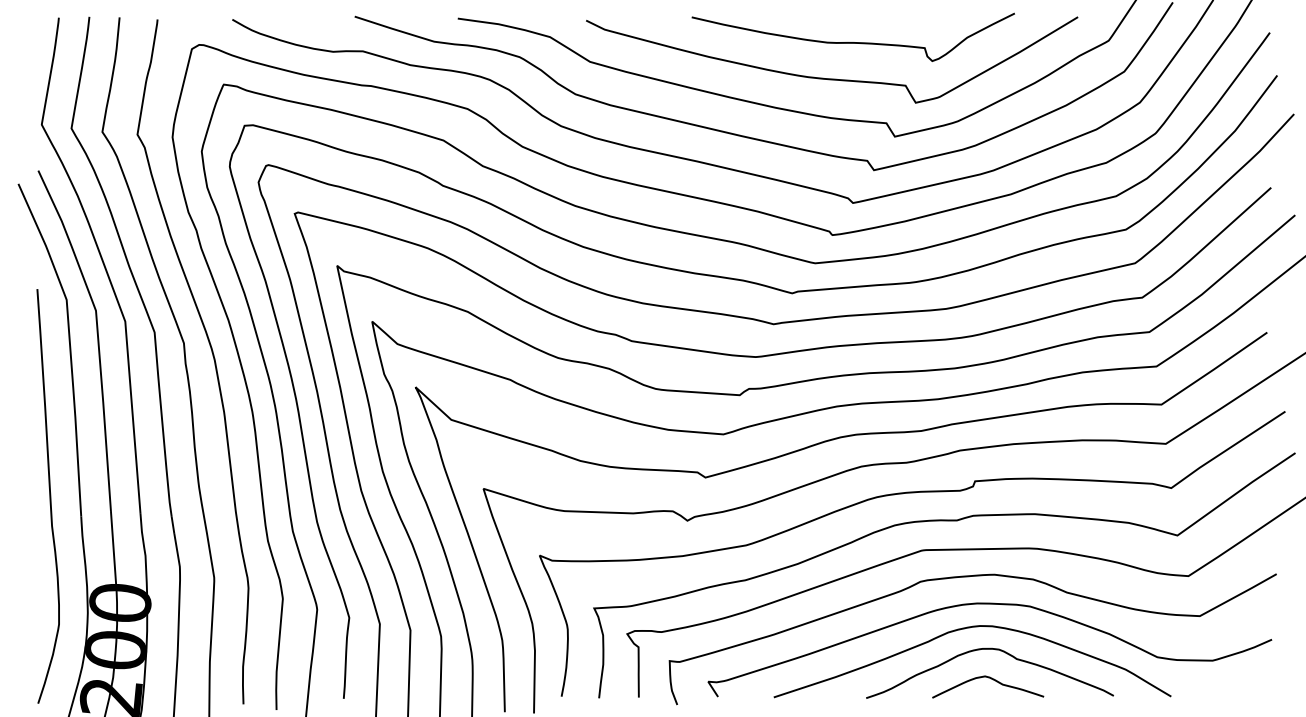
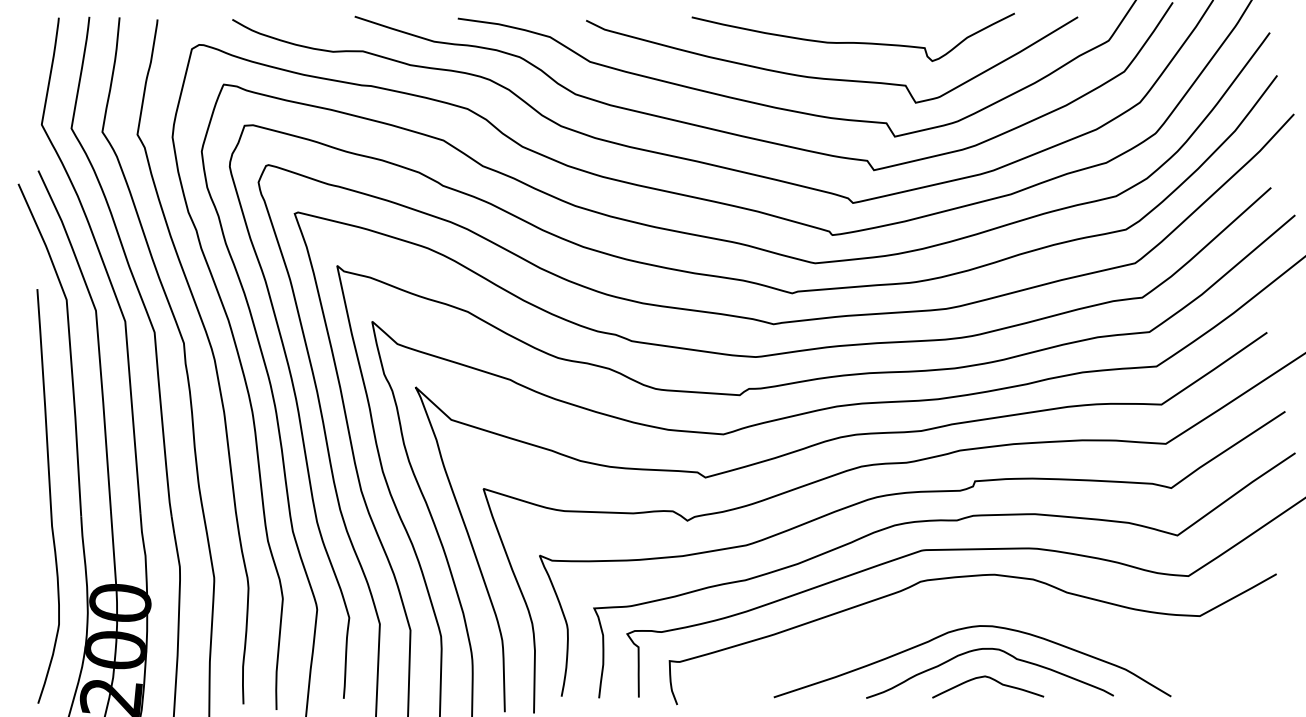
curve at (989, 604): present -> none
